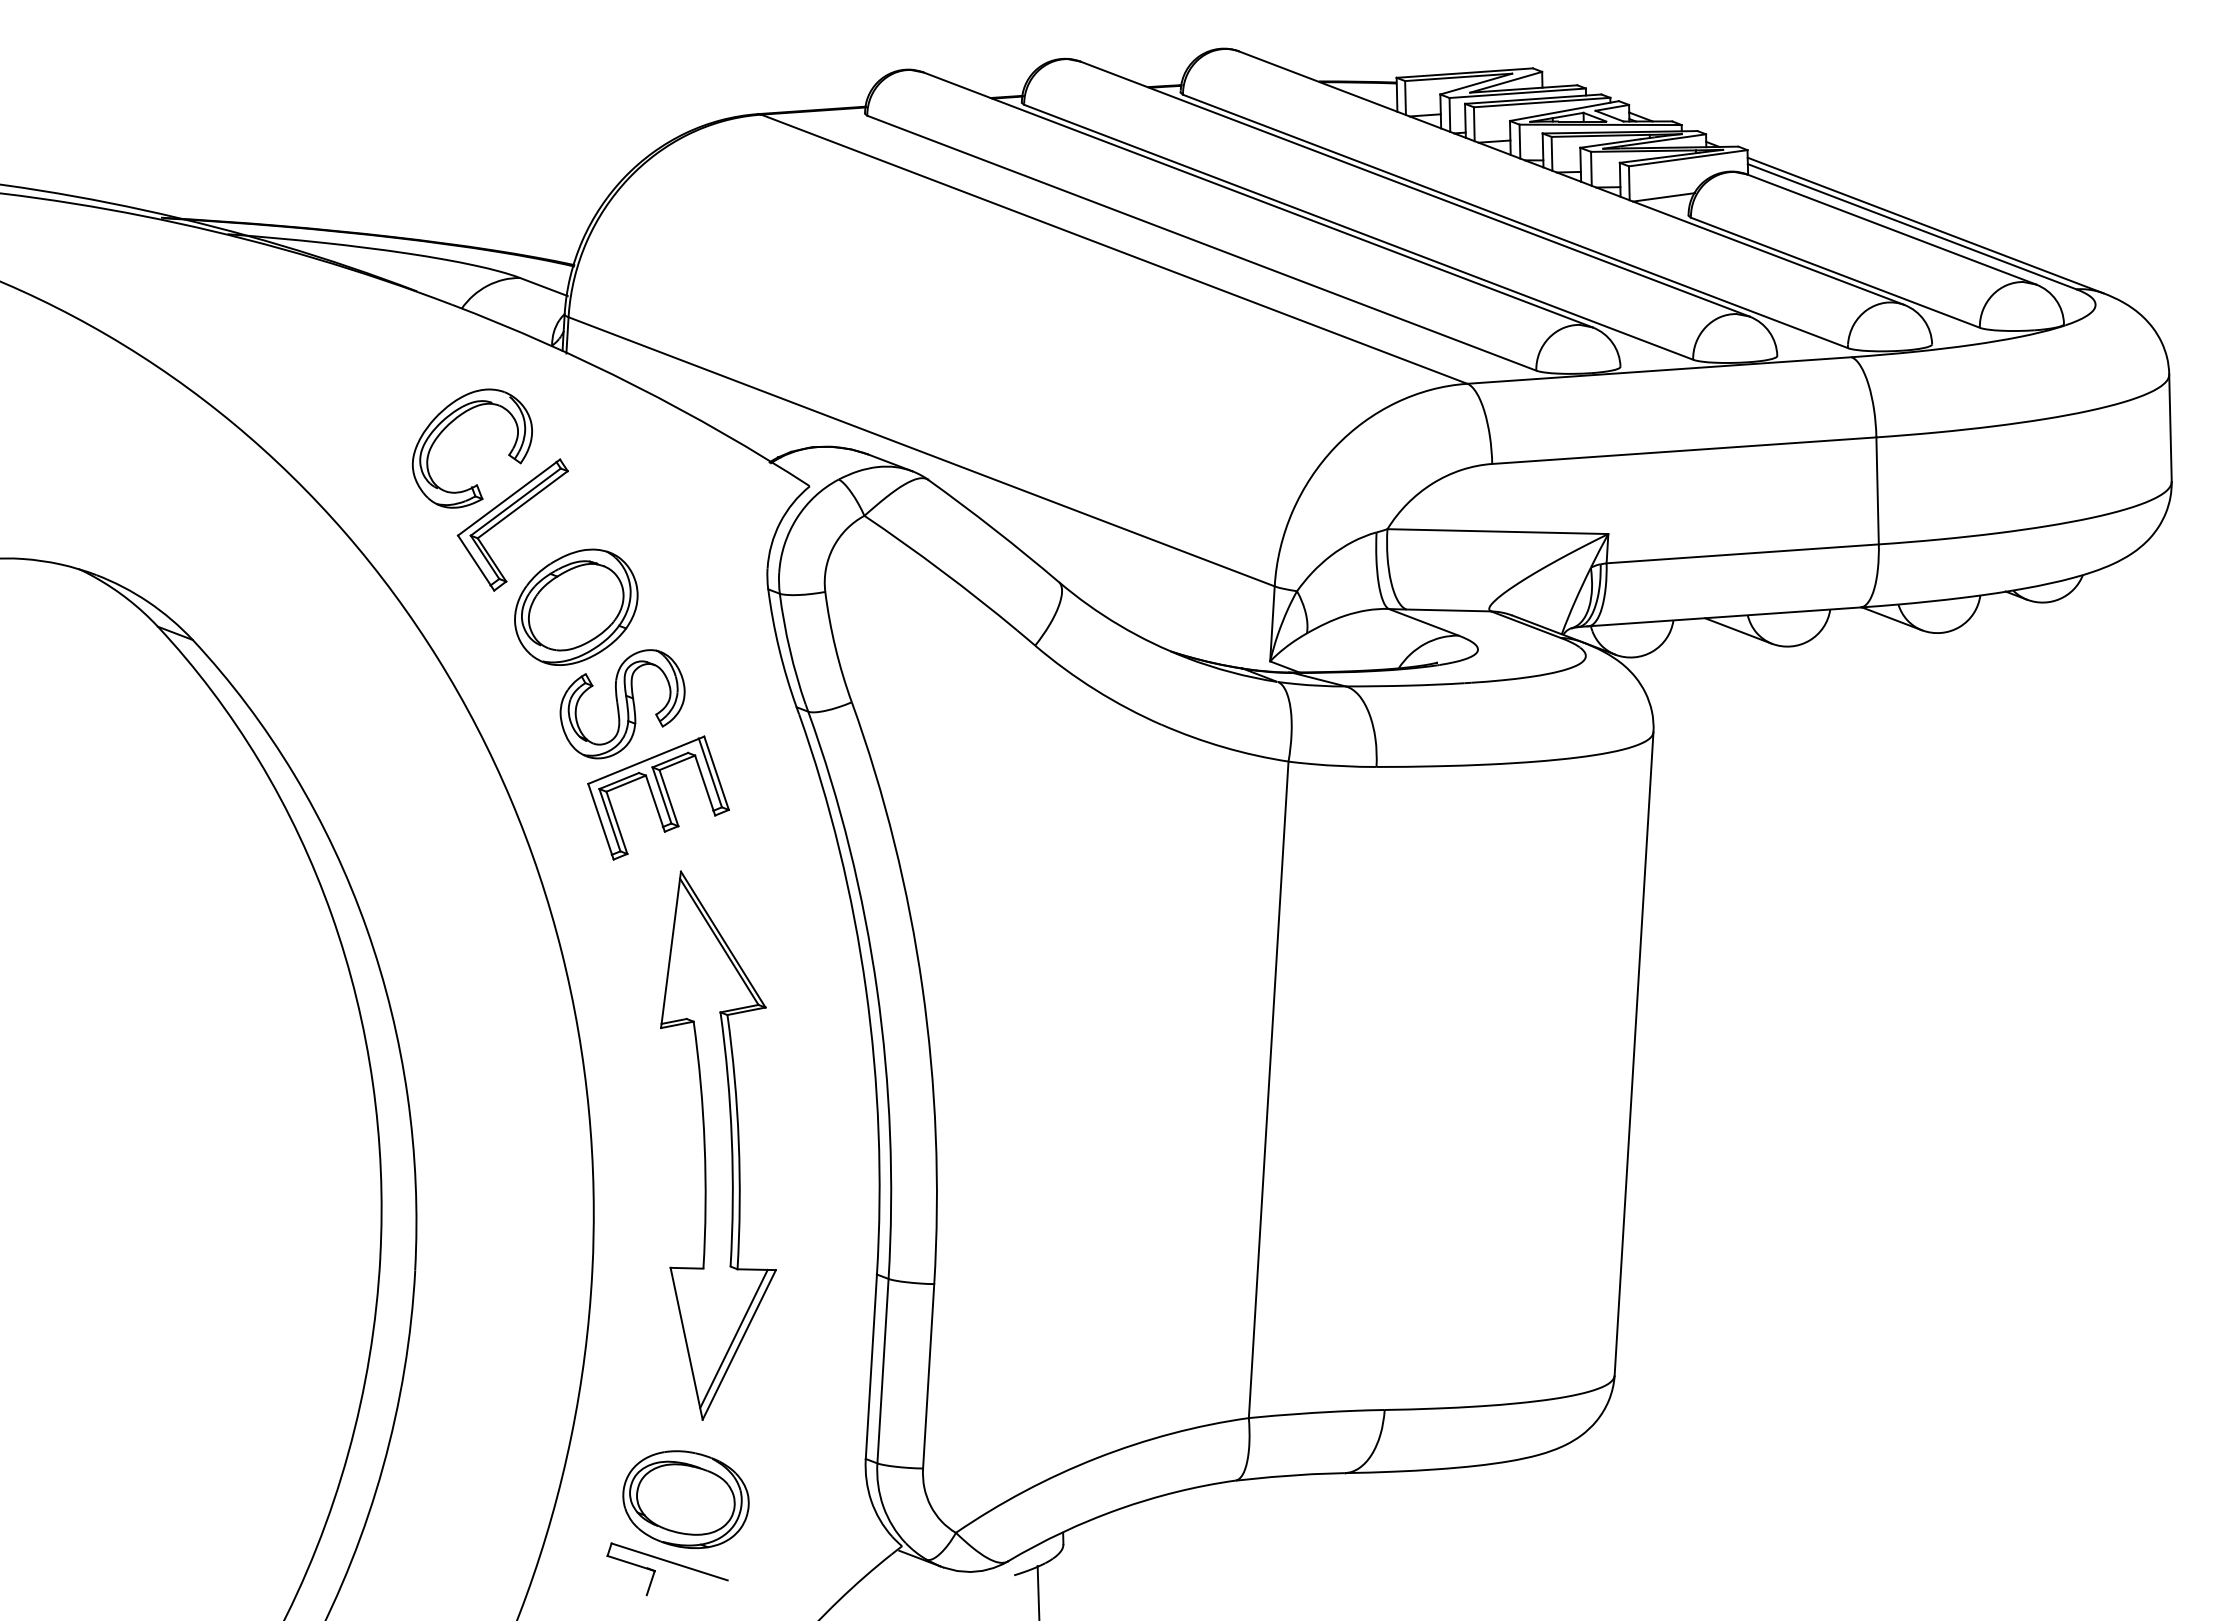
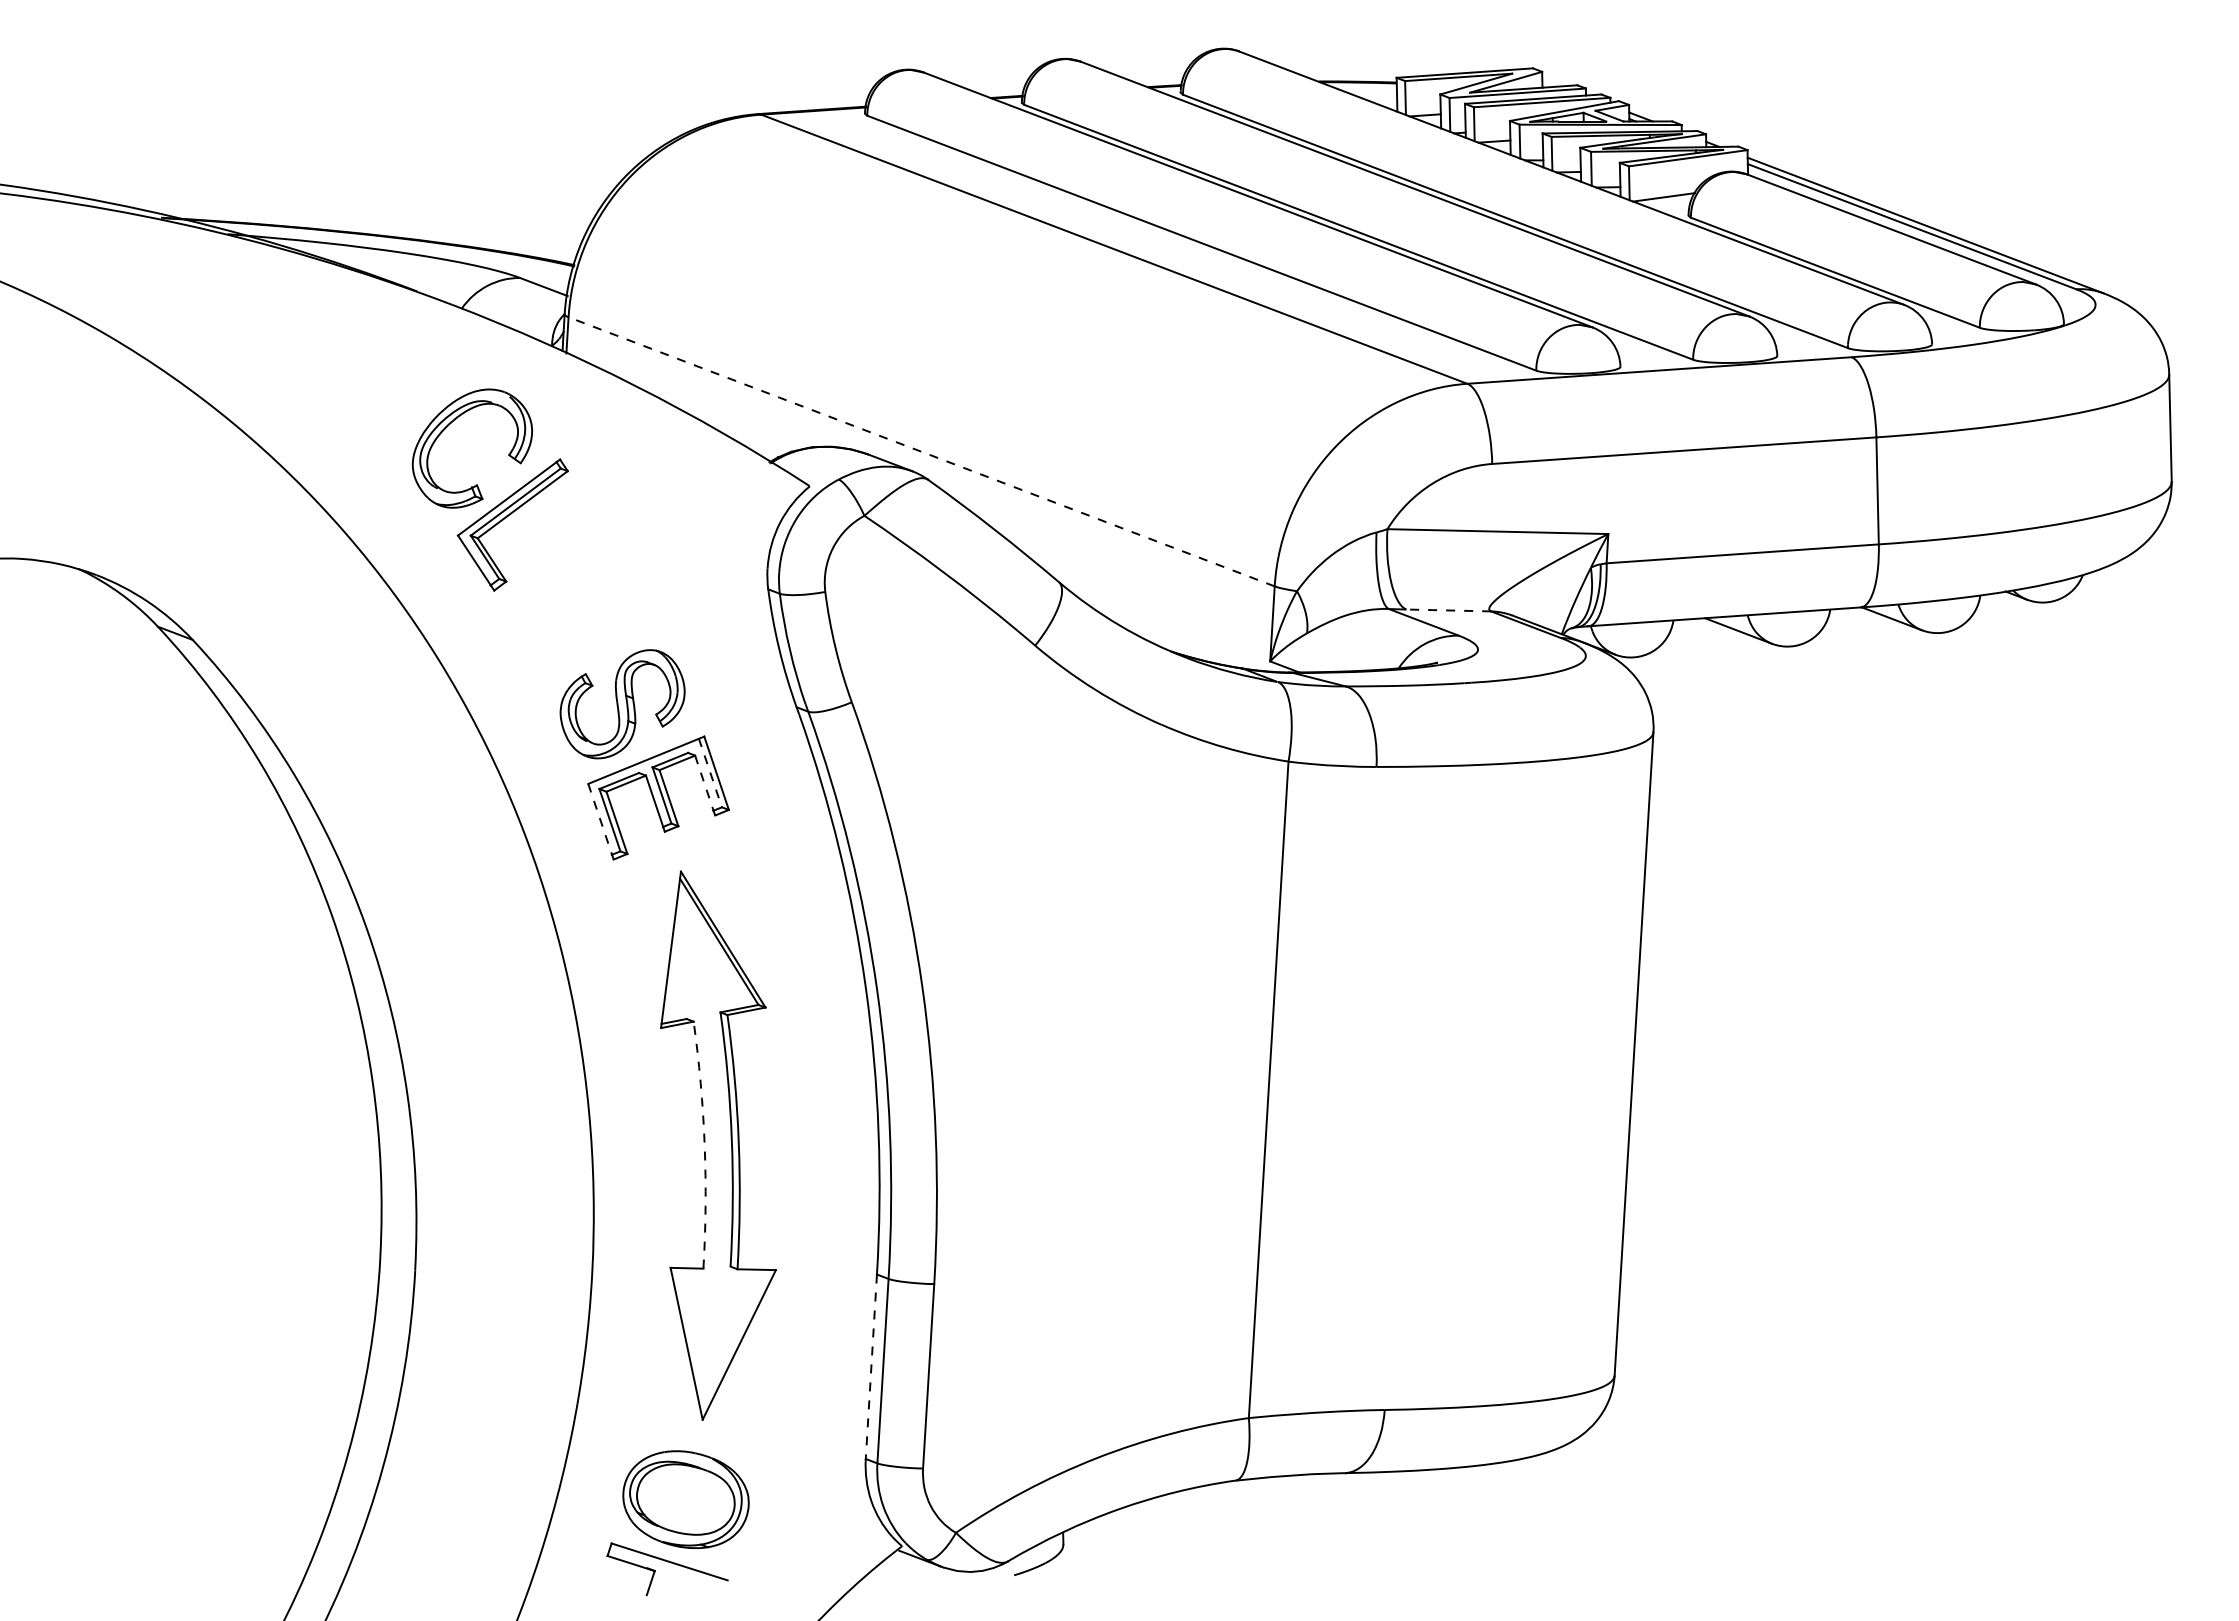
line at (921, 451): solid -> dashed
part at (576, 606): present -> none
line at (1448, 610): solid -> dashed
line at (710, 773): solid -> dashed
line at (705, 785): solid -> dashed
line at (600, 821): solid -> dashed
arc at (704, 1144): solid -> dashed
line at (733, 1338): present -> none
line at (871, 1367): solid -> dashed
line at (1038, 1591): present -> none
